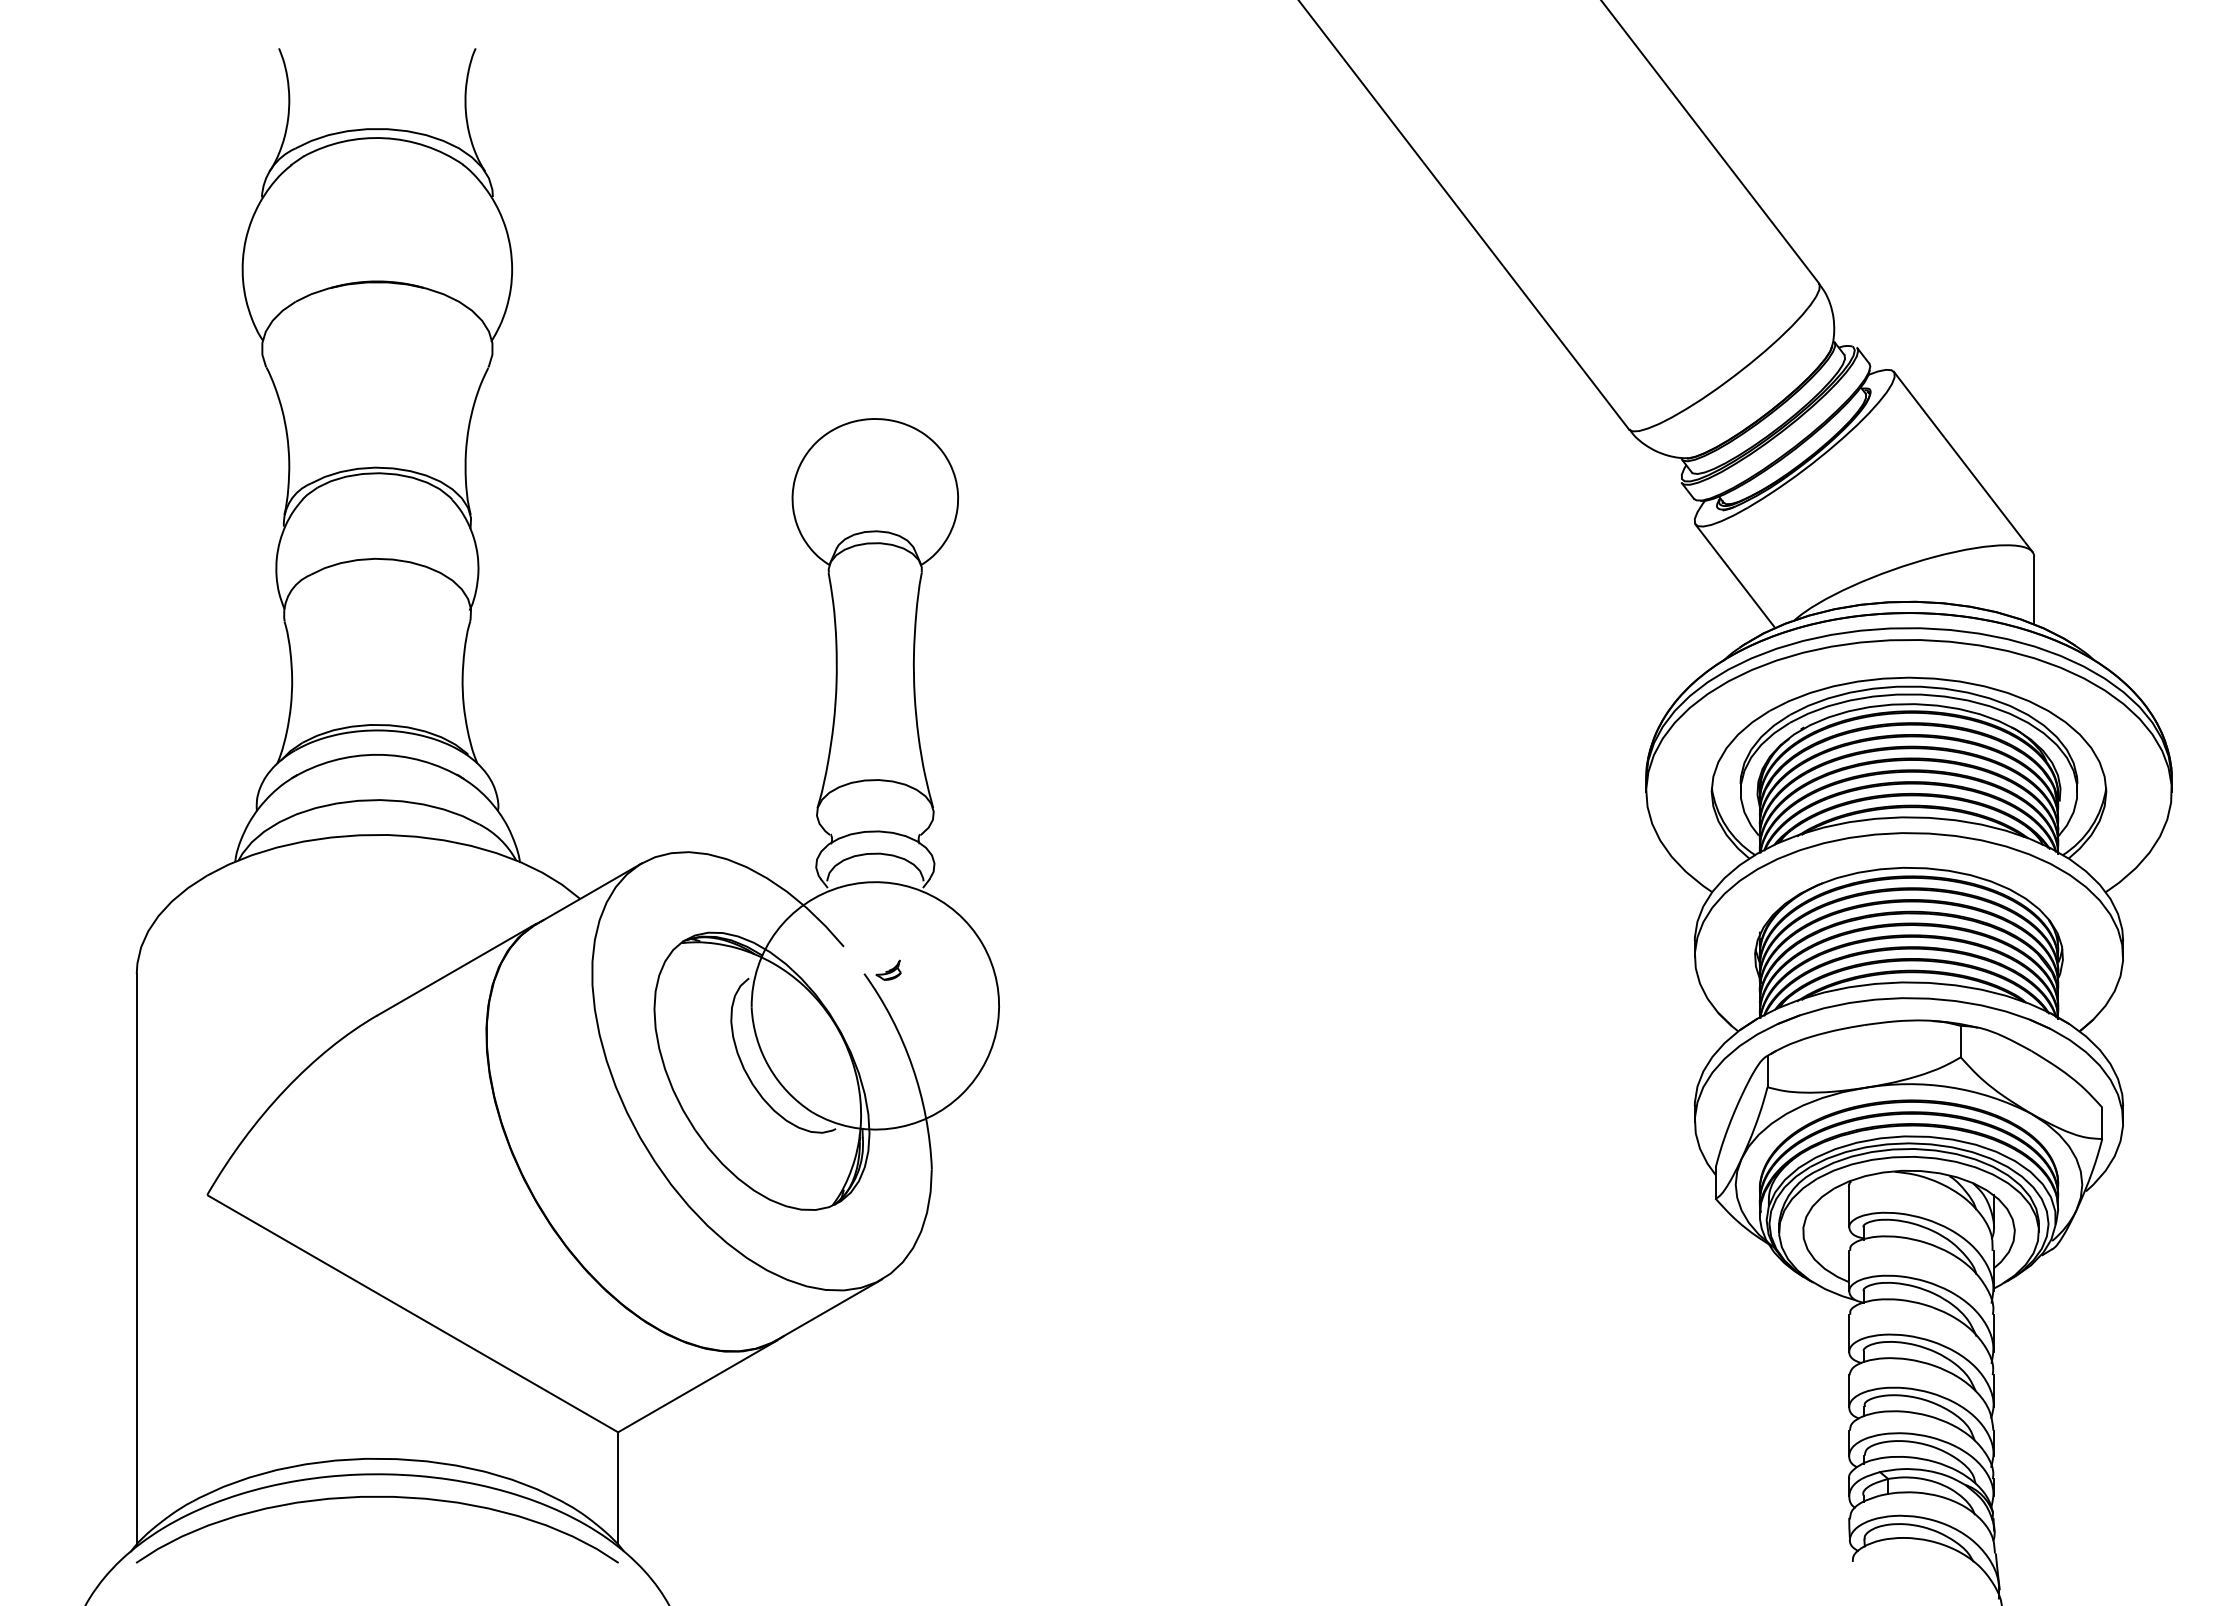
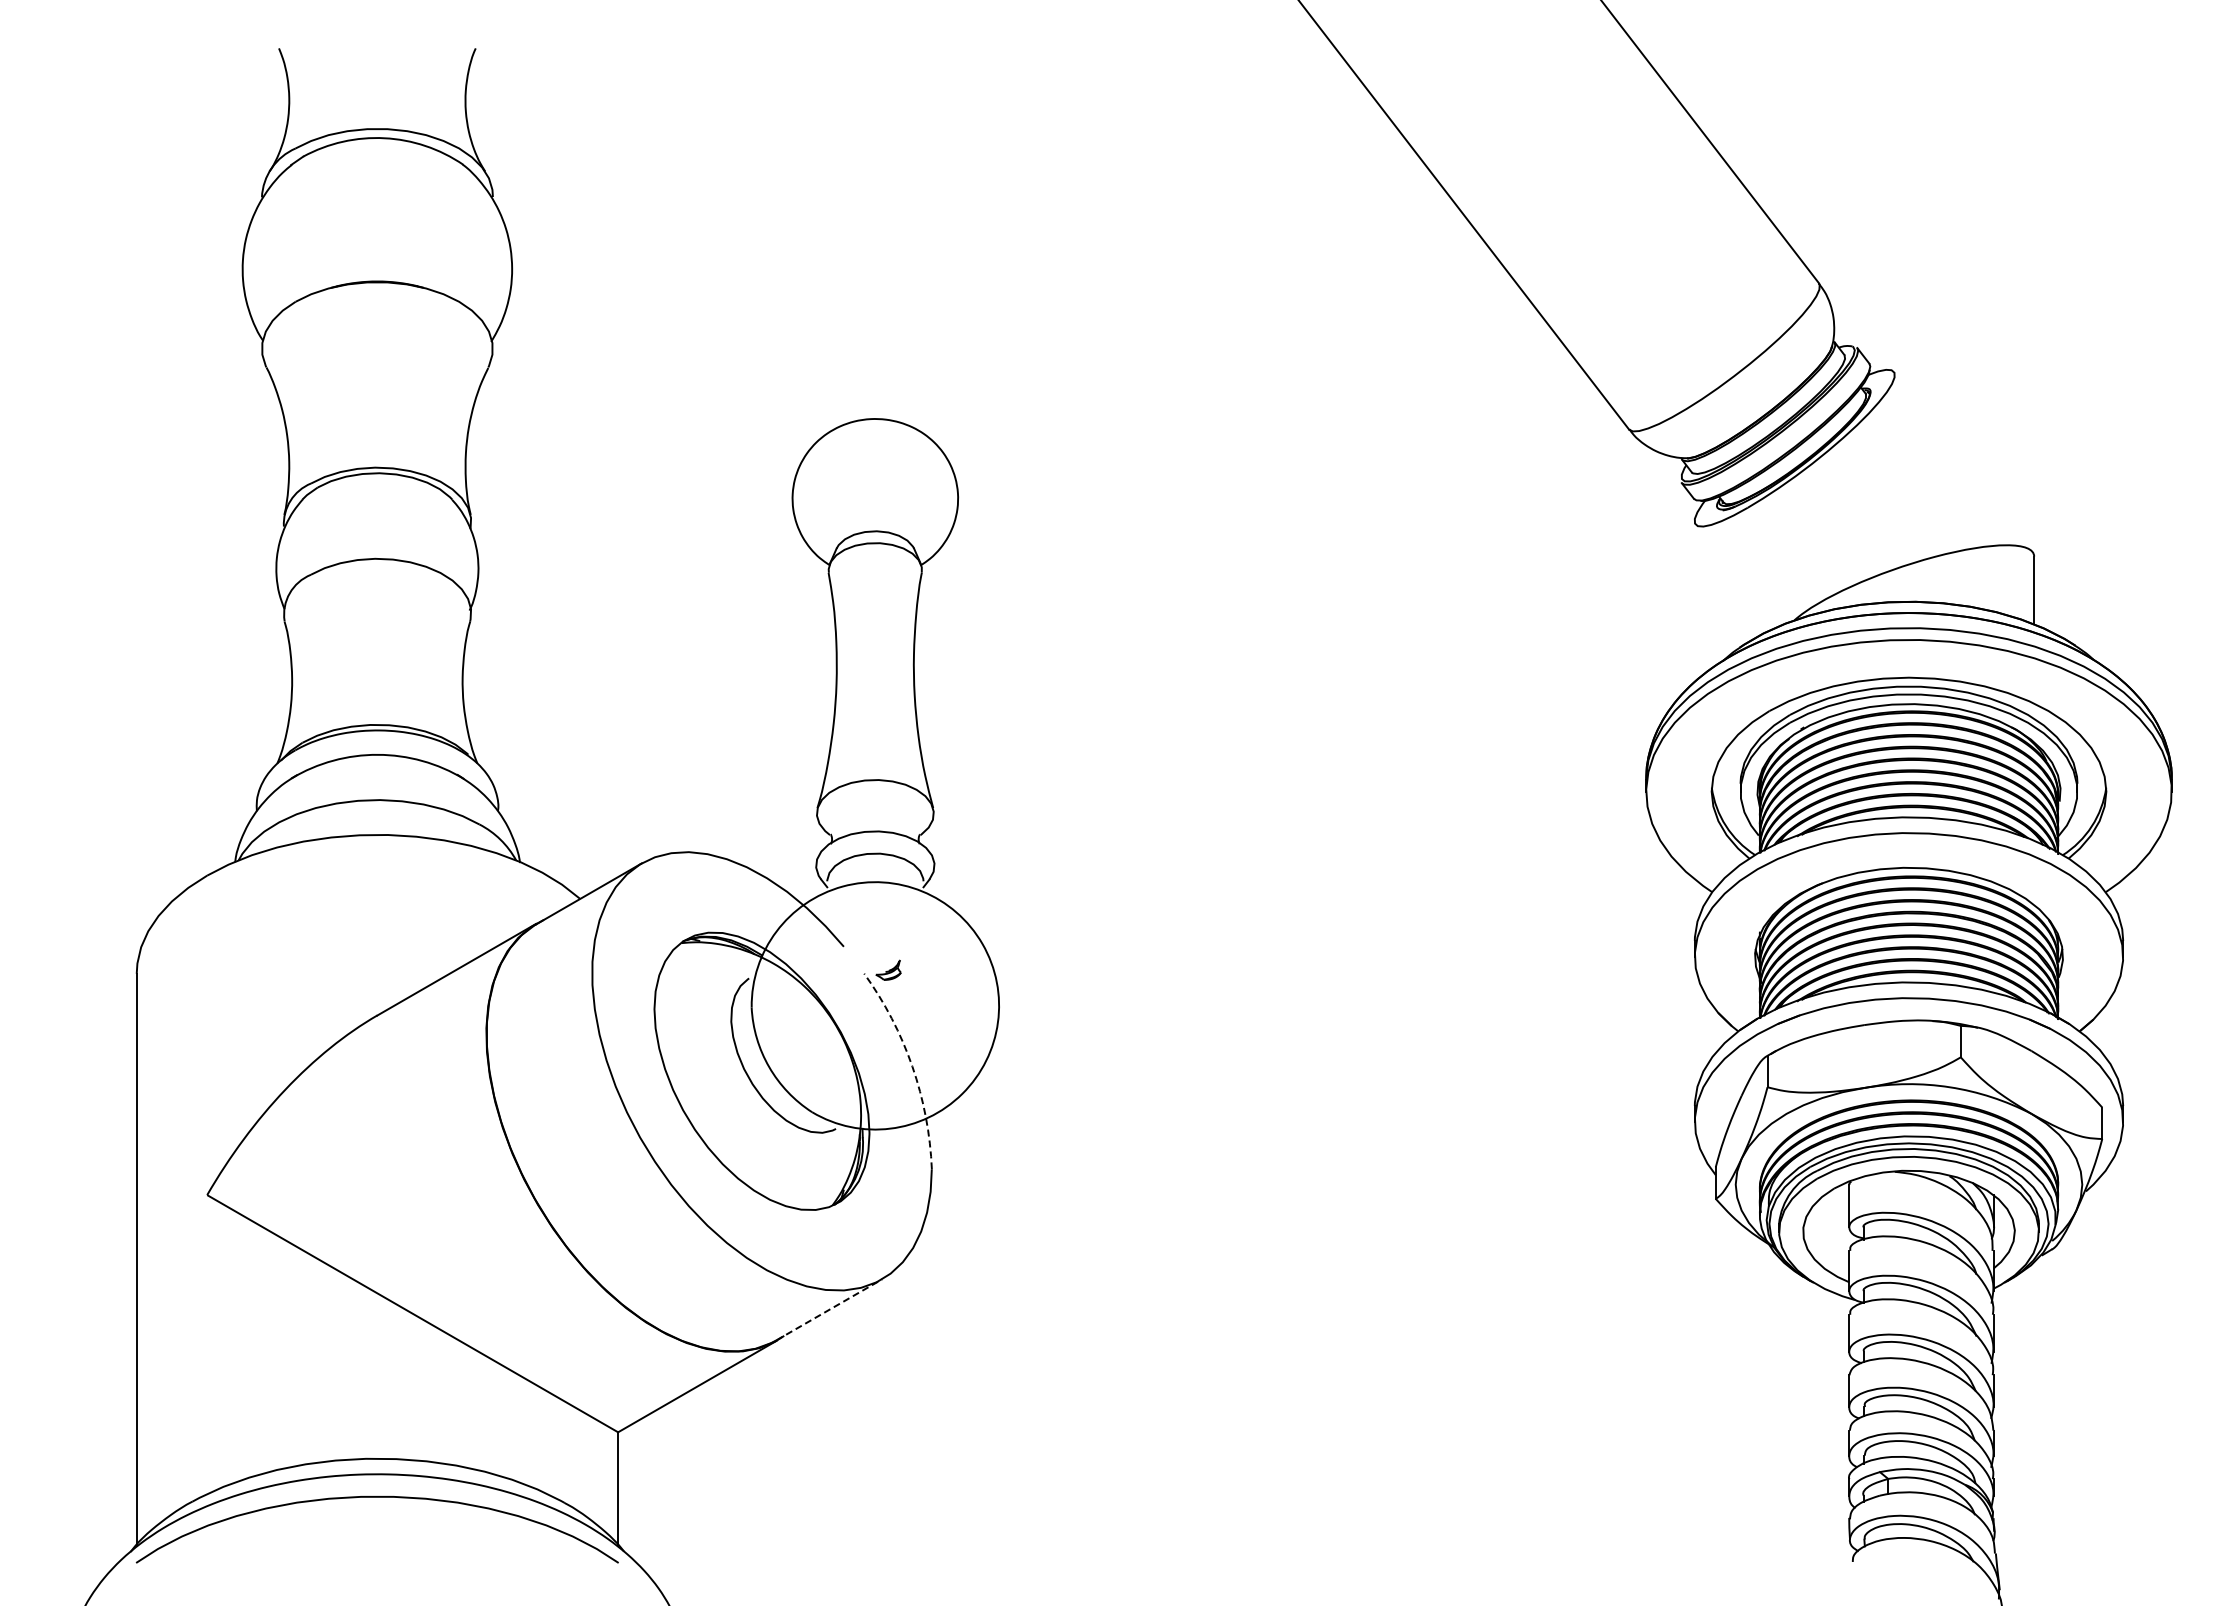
line at (1962, 461): present -> none
line at (1735, 575): present -> none
arc at (912, 1066): solid -> dashed
line at (829, 1309): solid -> dashed
